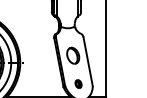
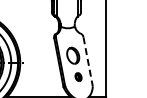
line at (88, 61): solid -> dashed
part at (78, 83) position: (78, 83) -> (78, 76)
